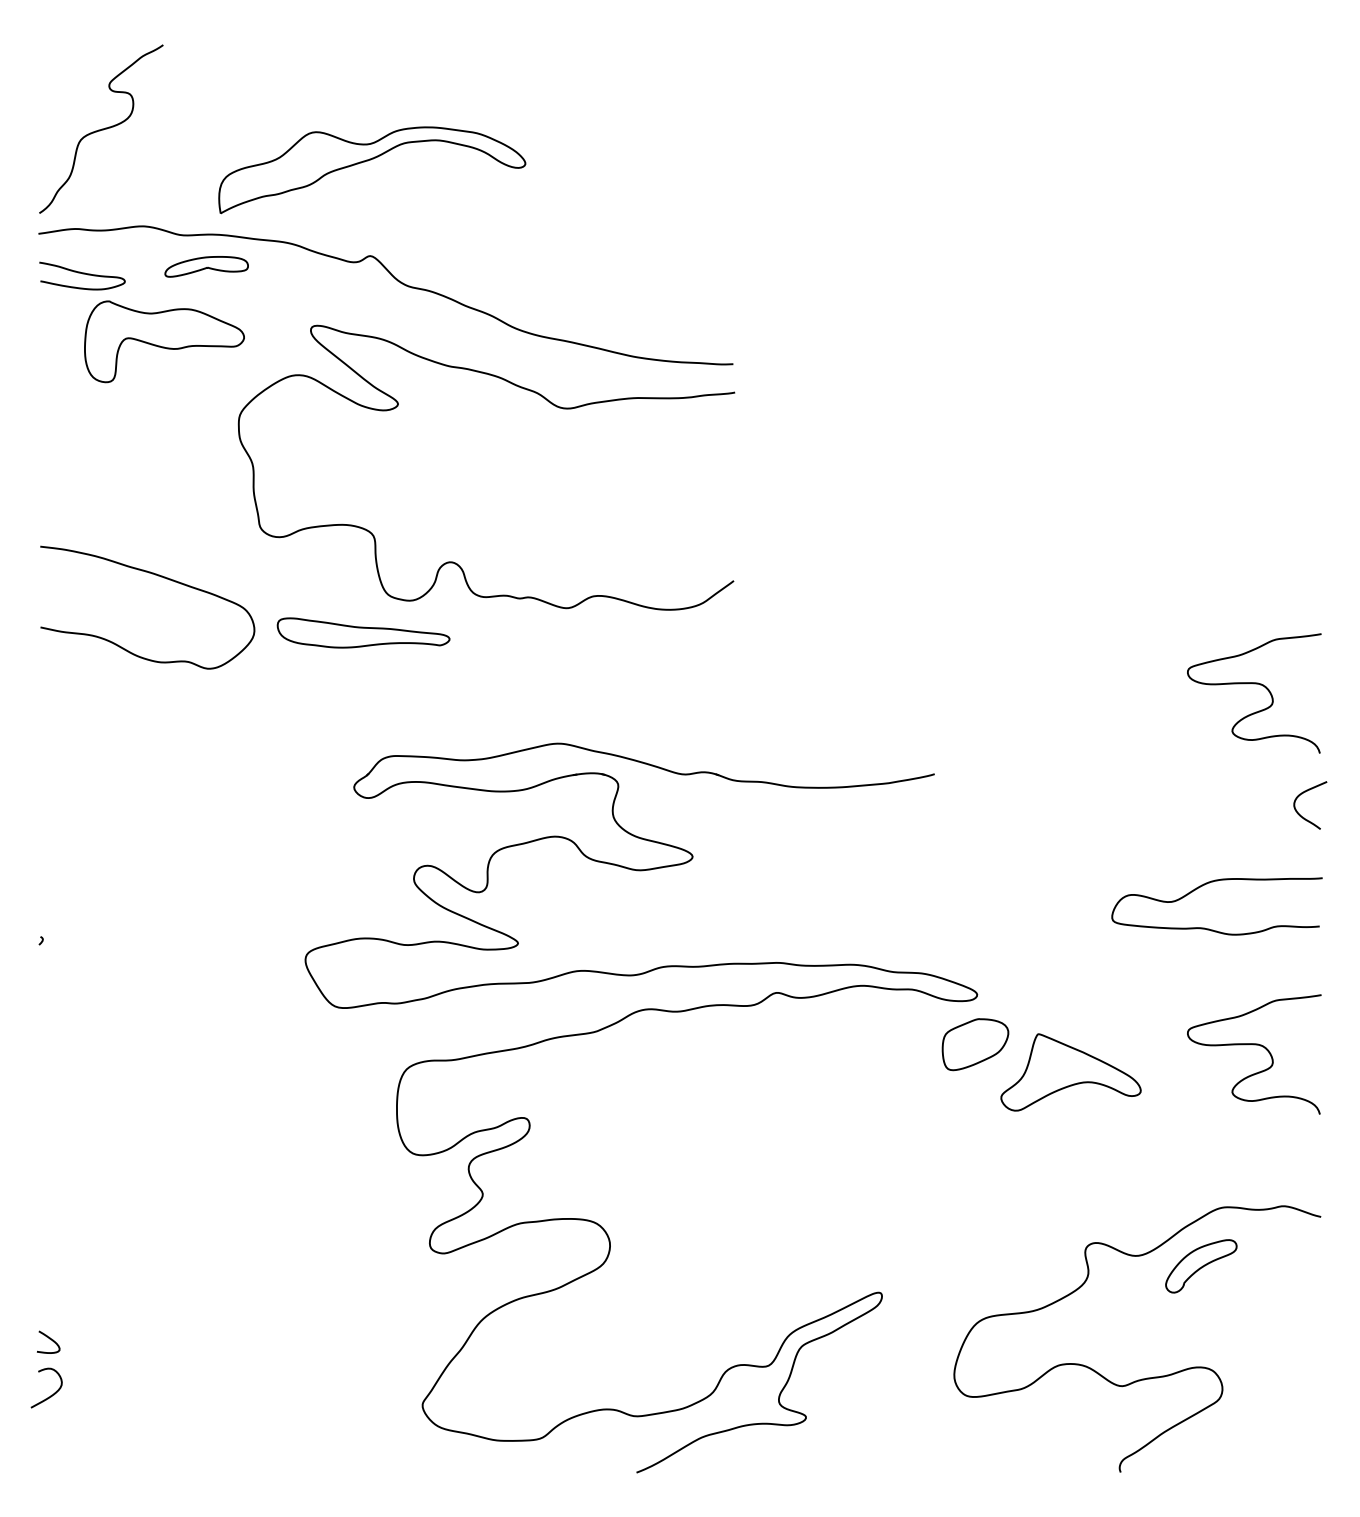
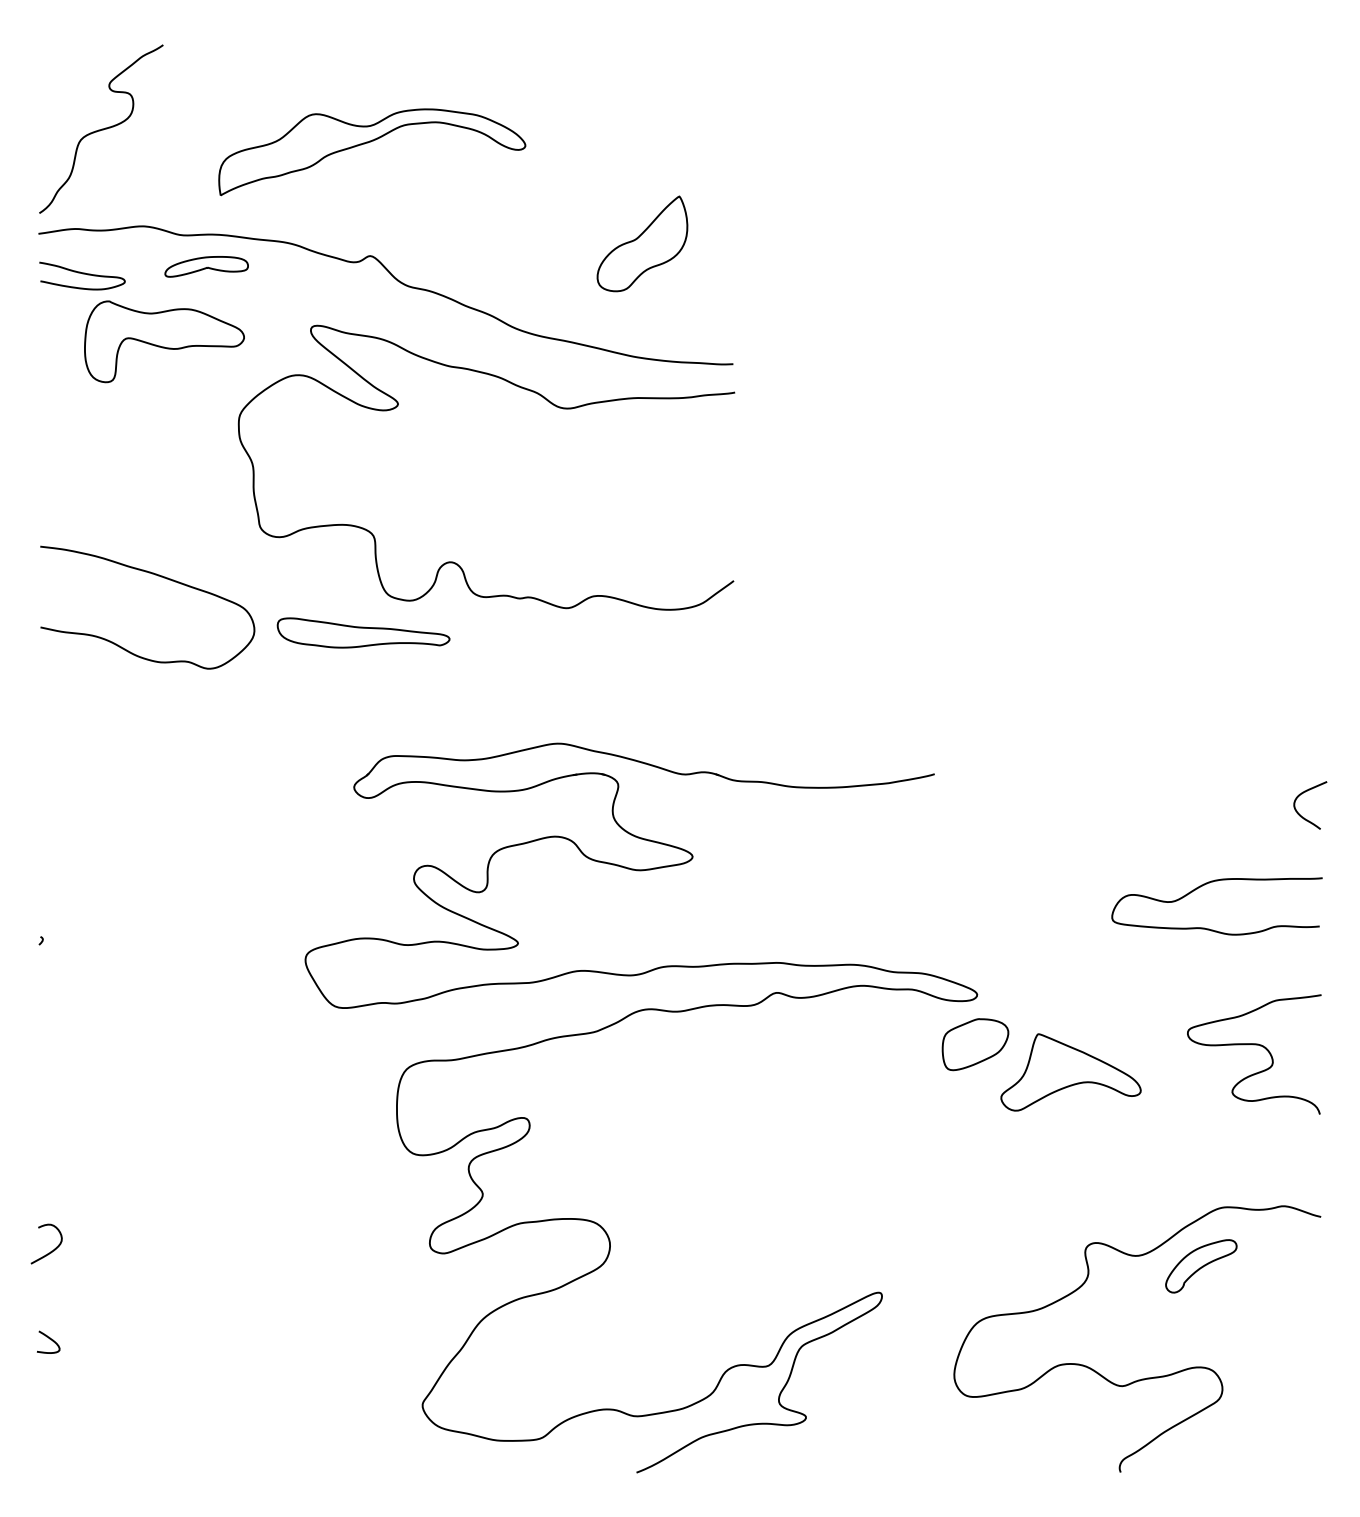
part at (368, 161) position: (368, 161) -> (368, 143)
part at (642, 243): none -> present
curve at (1254, 684): present -> none
curve at (51, 1394) position: (51, 1394) -> (51, 1250)
